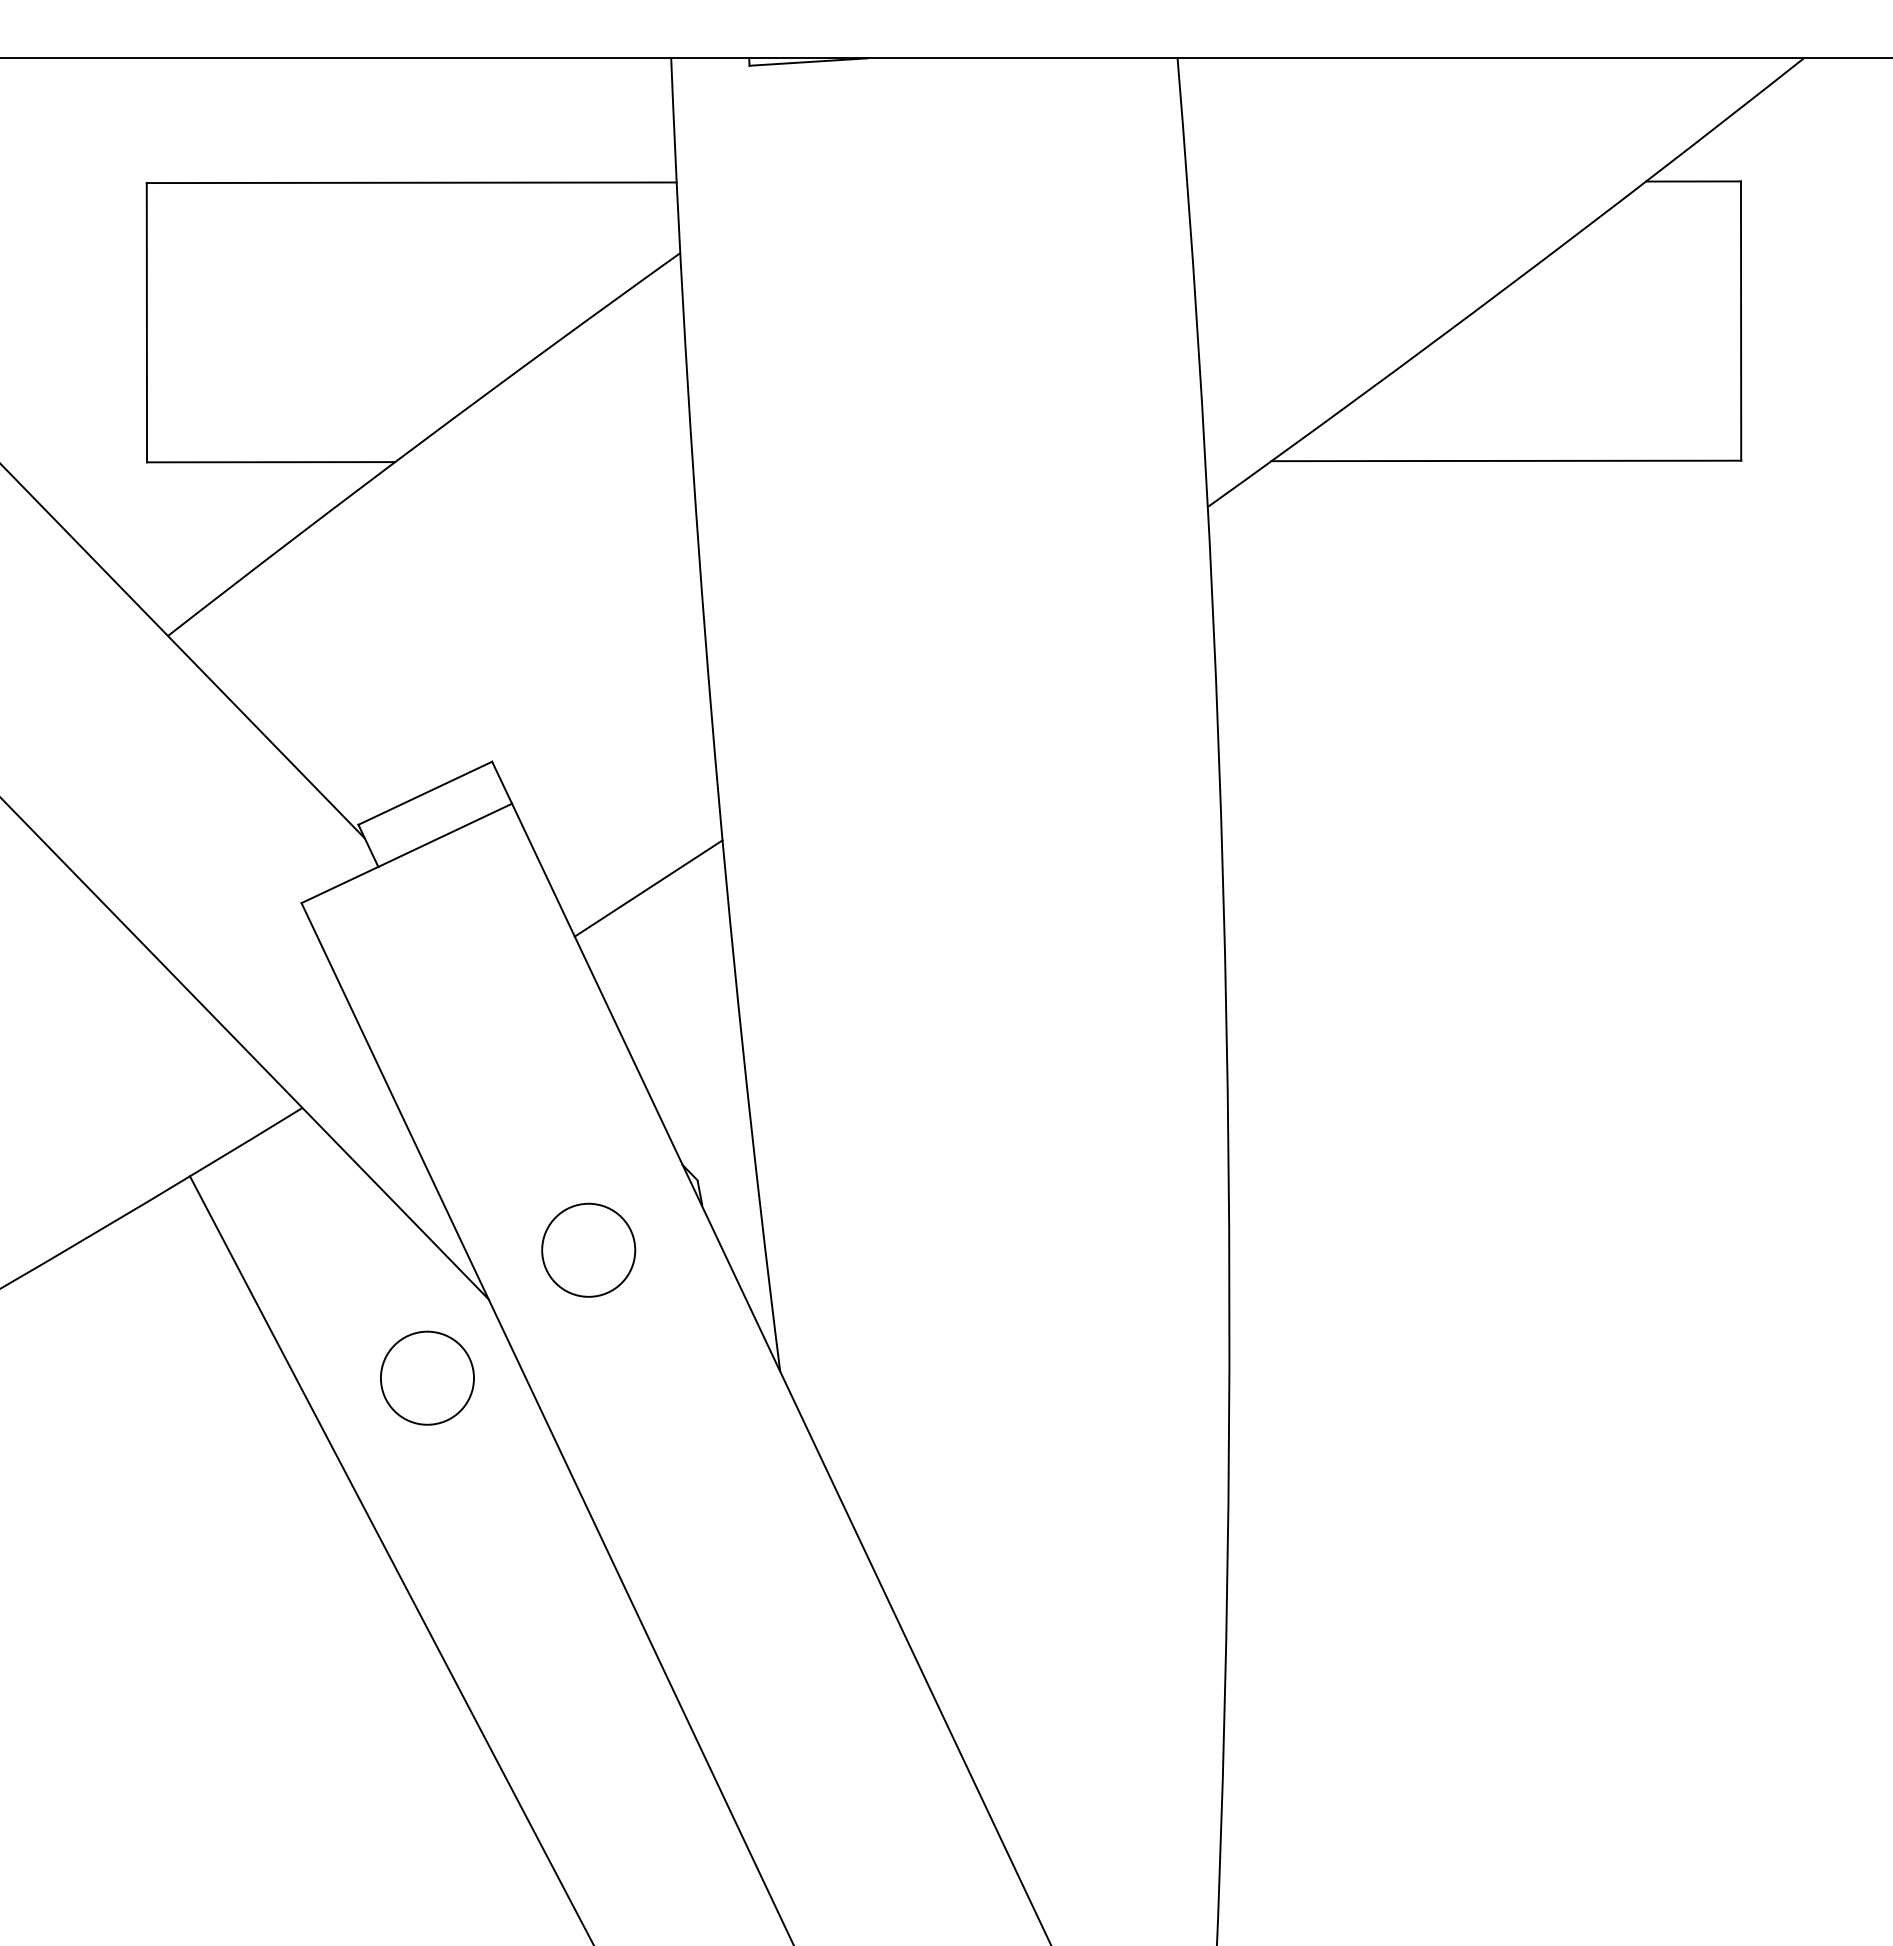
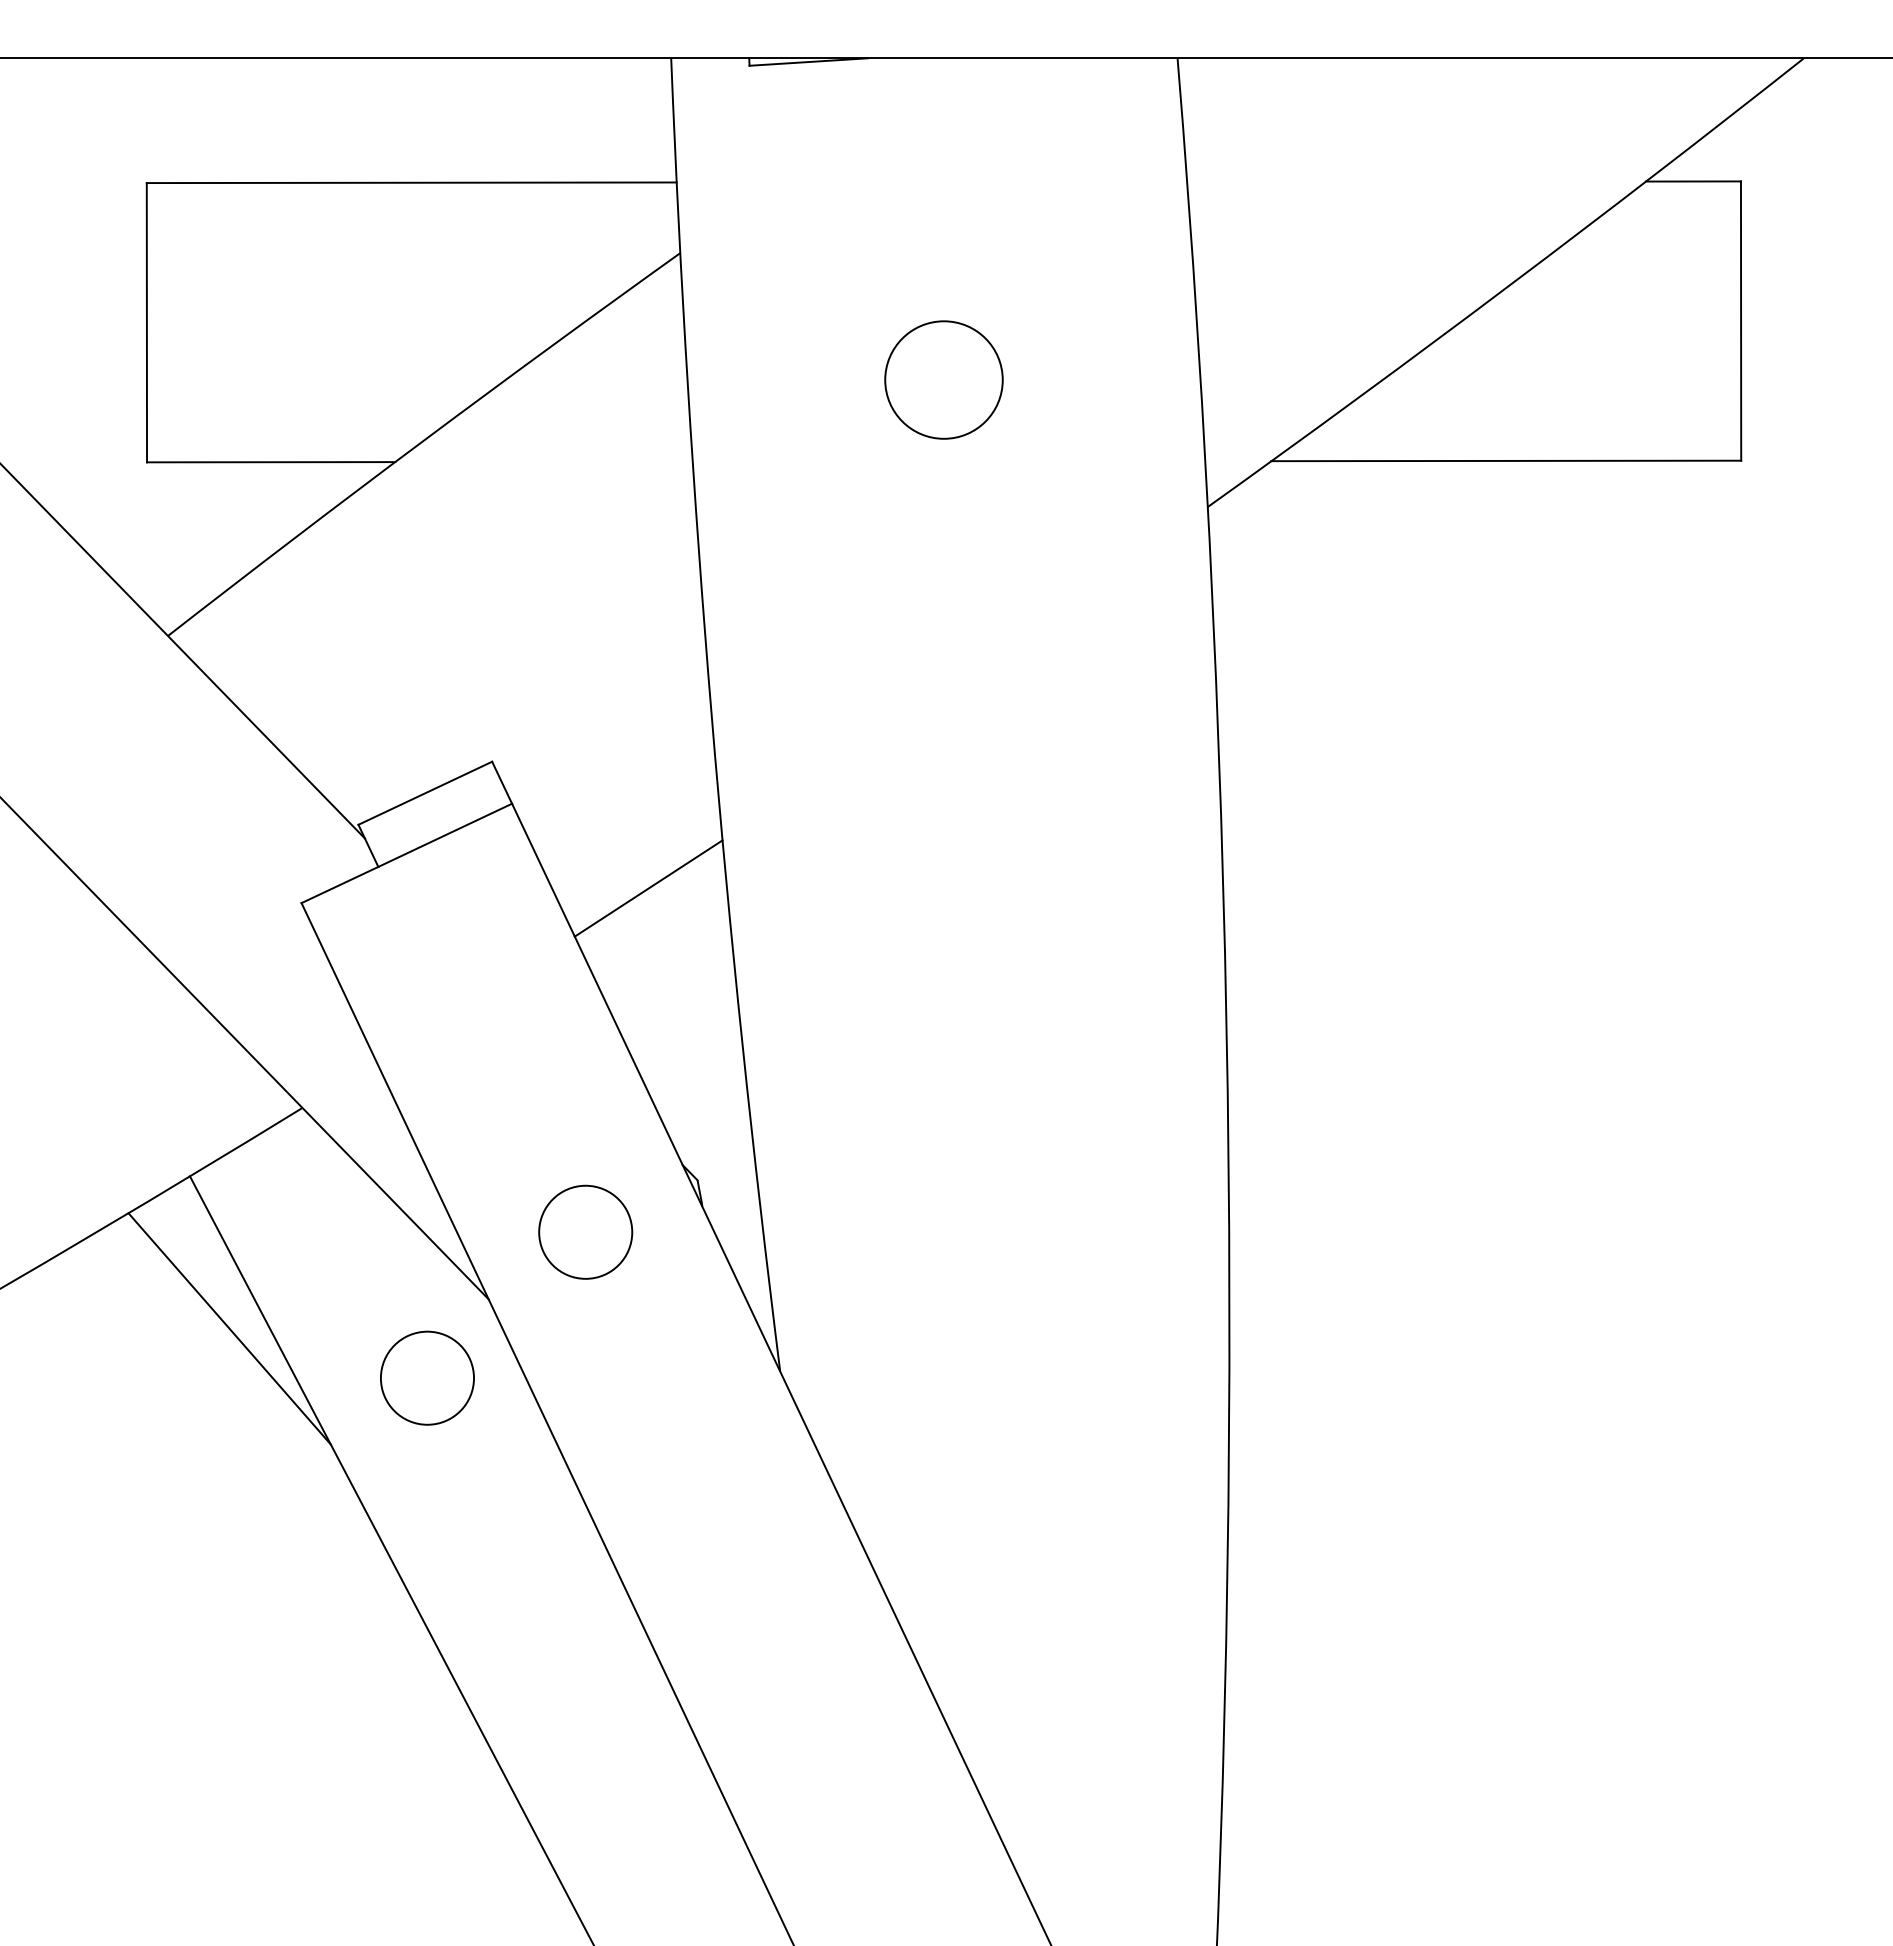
circle at (943, 379): none -> present
circle at (588, 1249) position: (588, 1249) -> (585, 1231)
line at (229, 1328): none -> present
